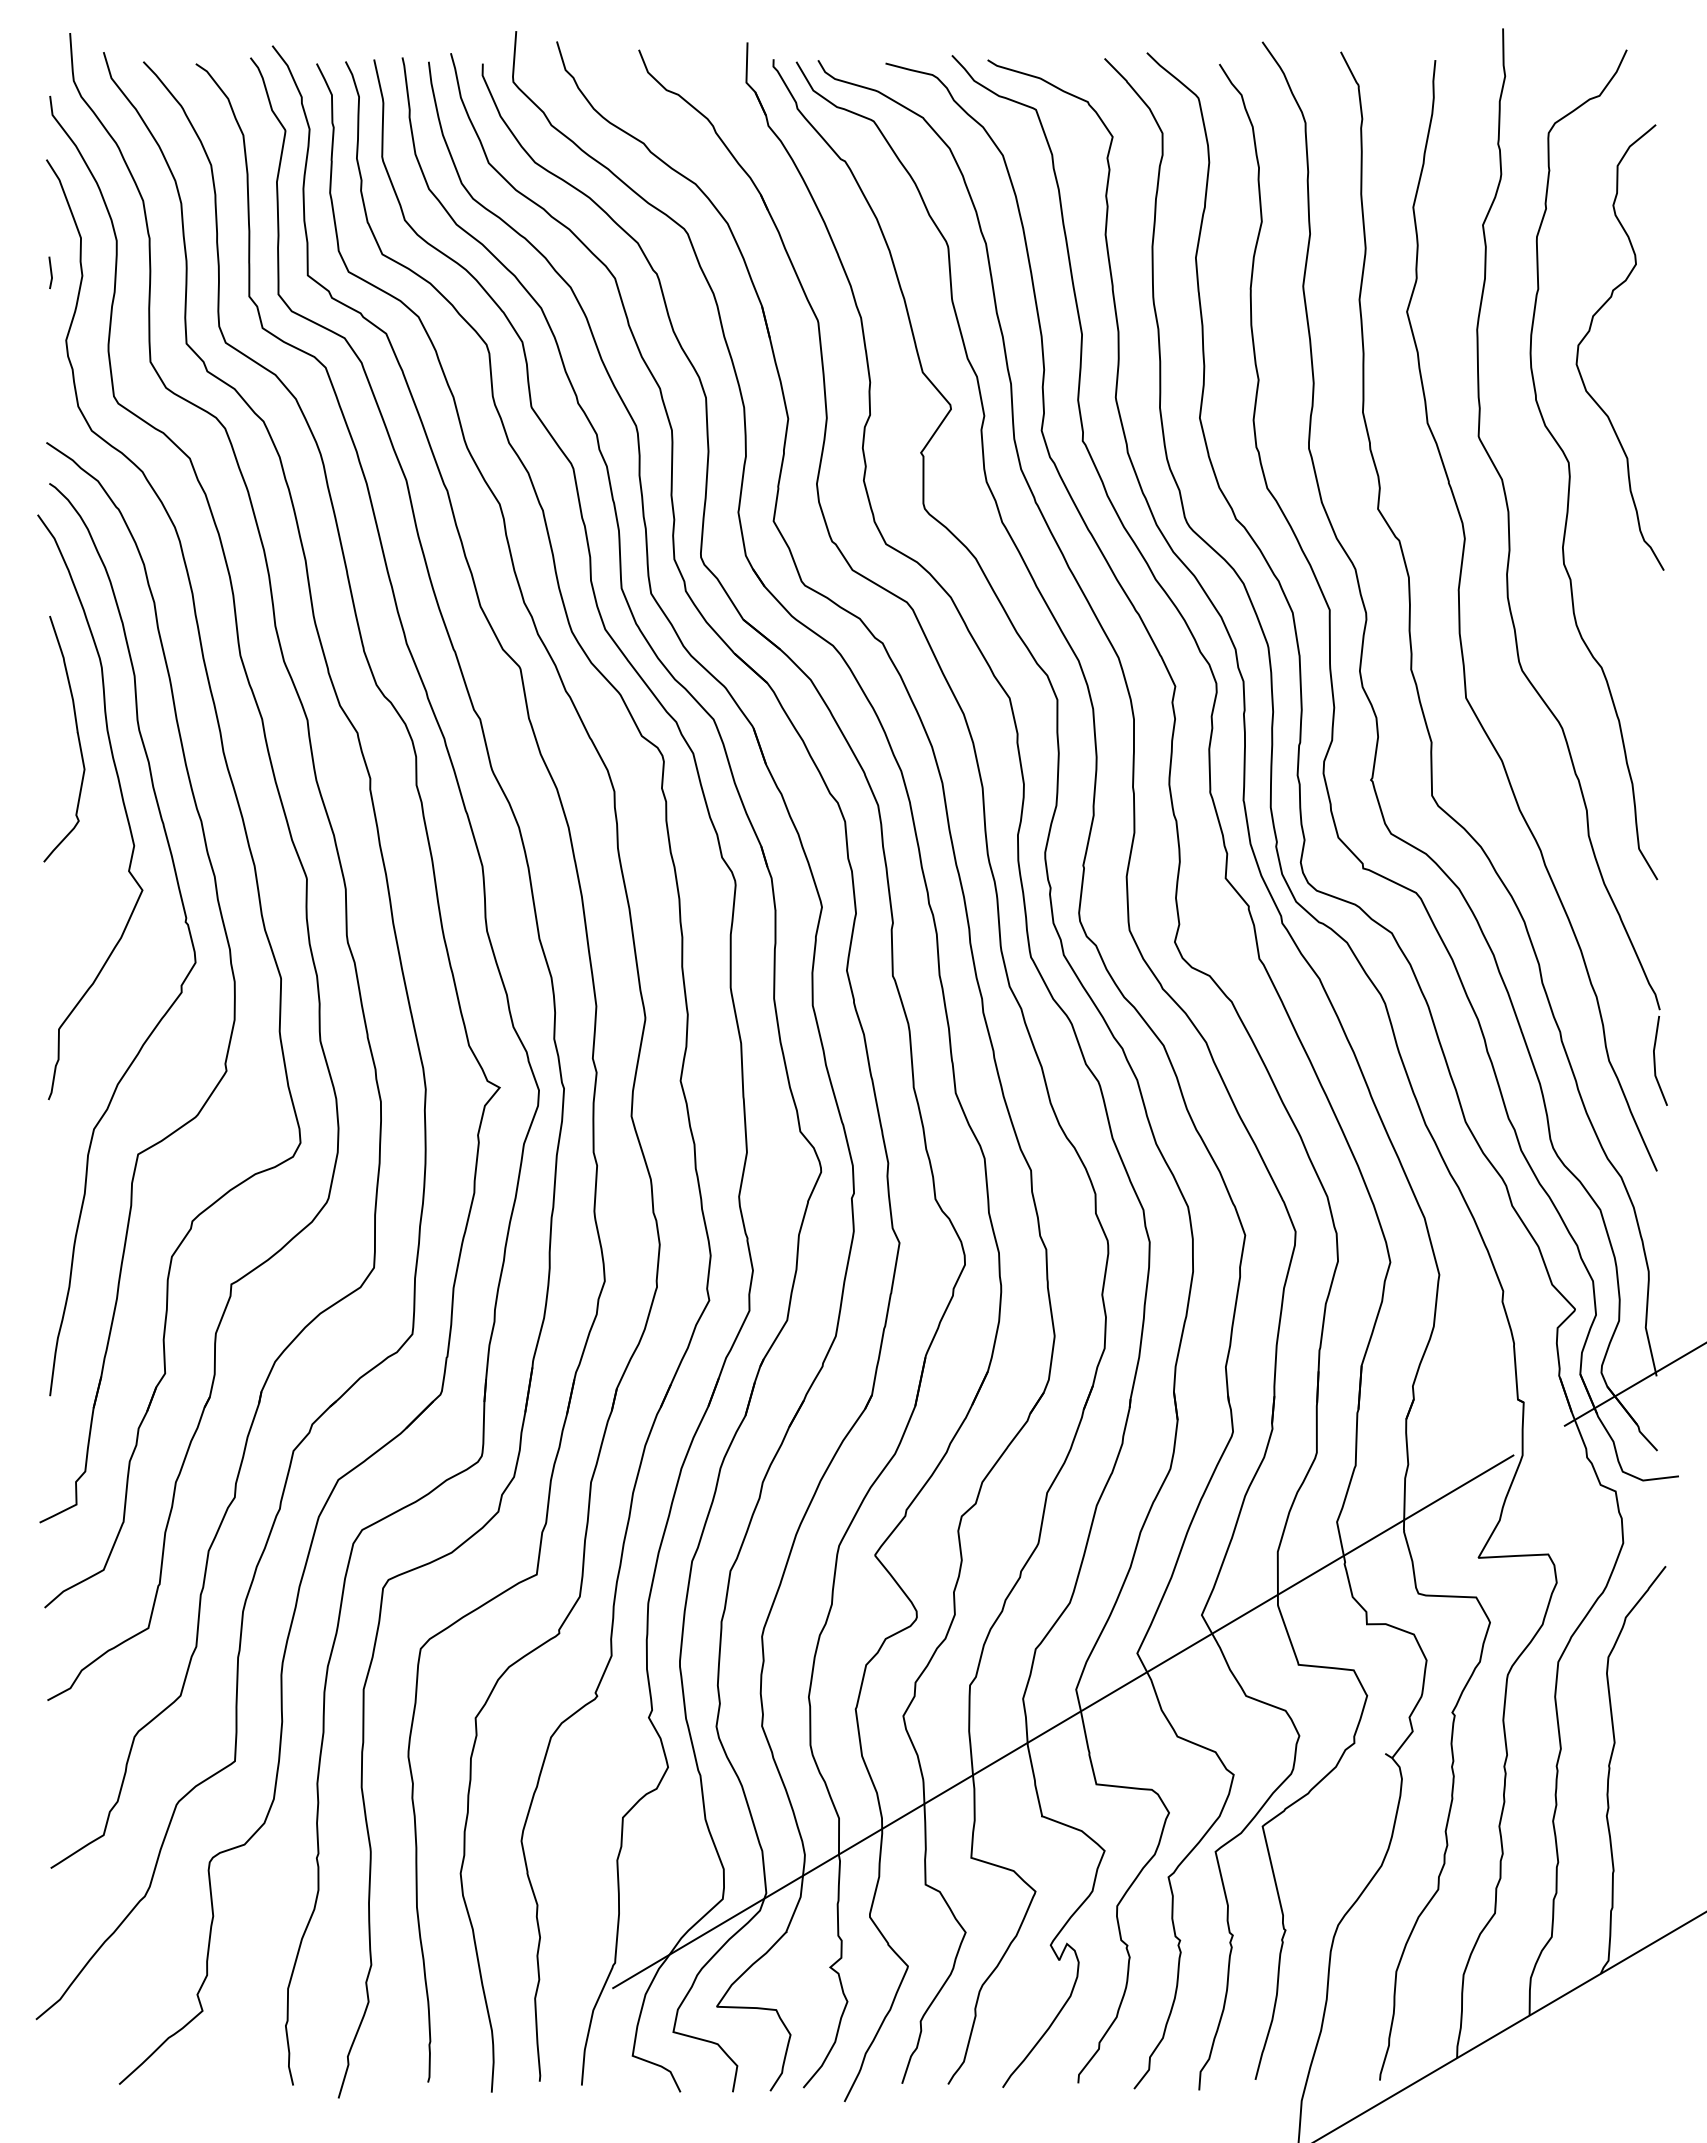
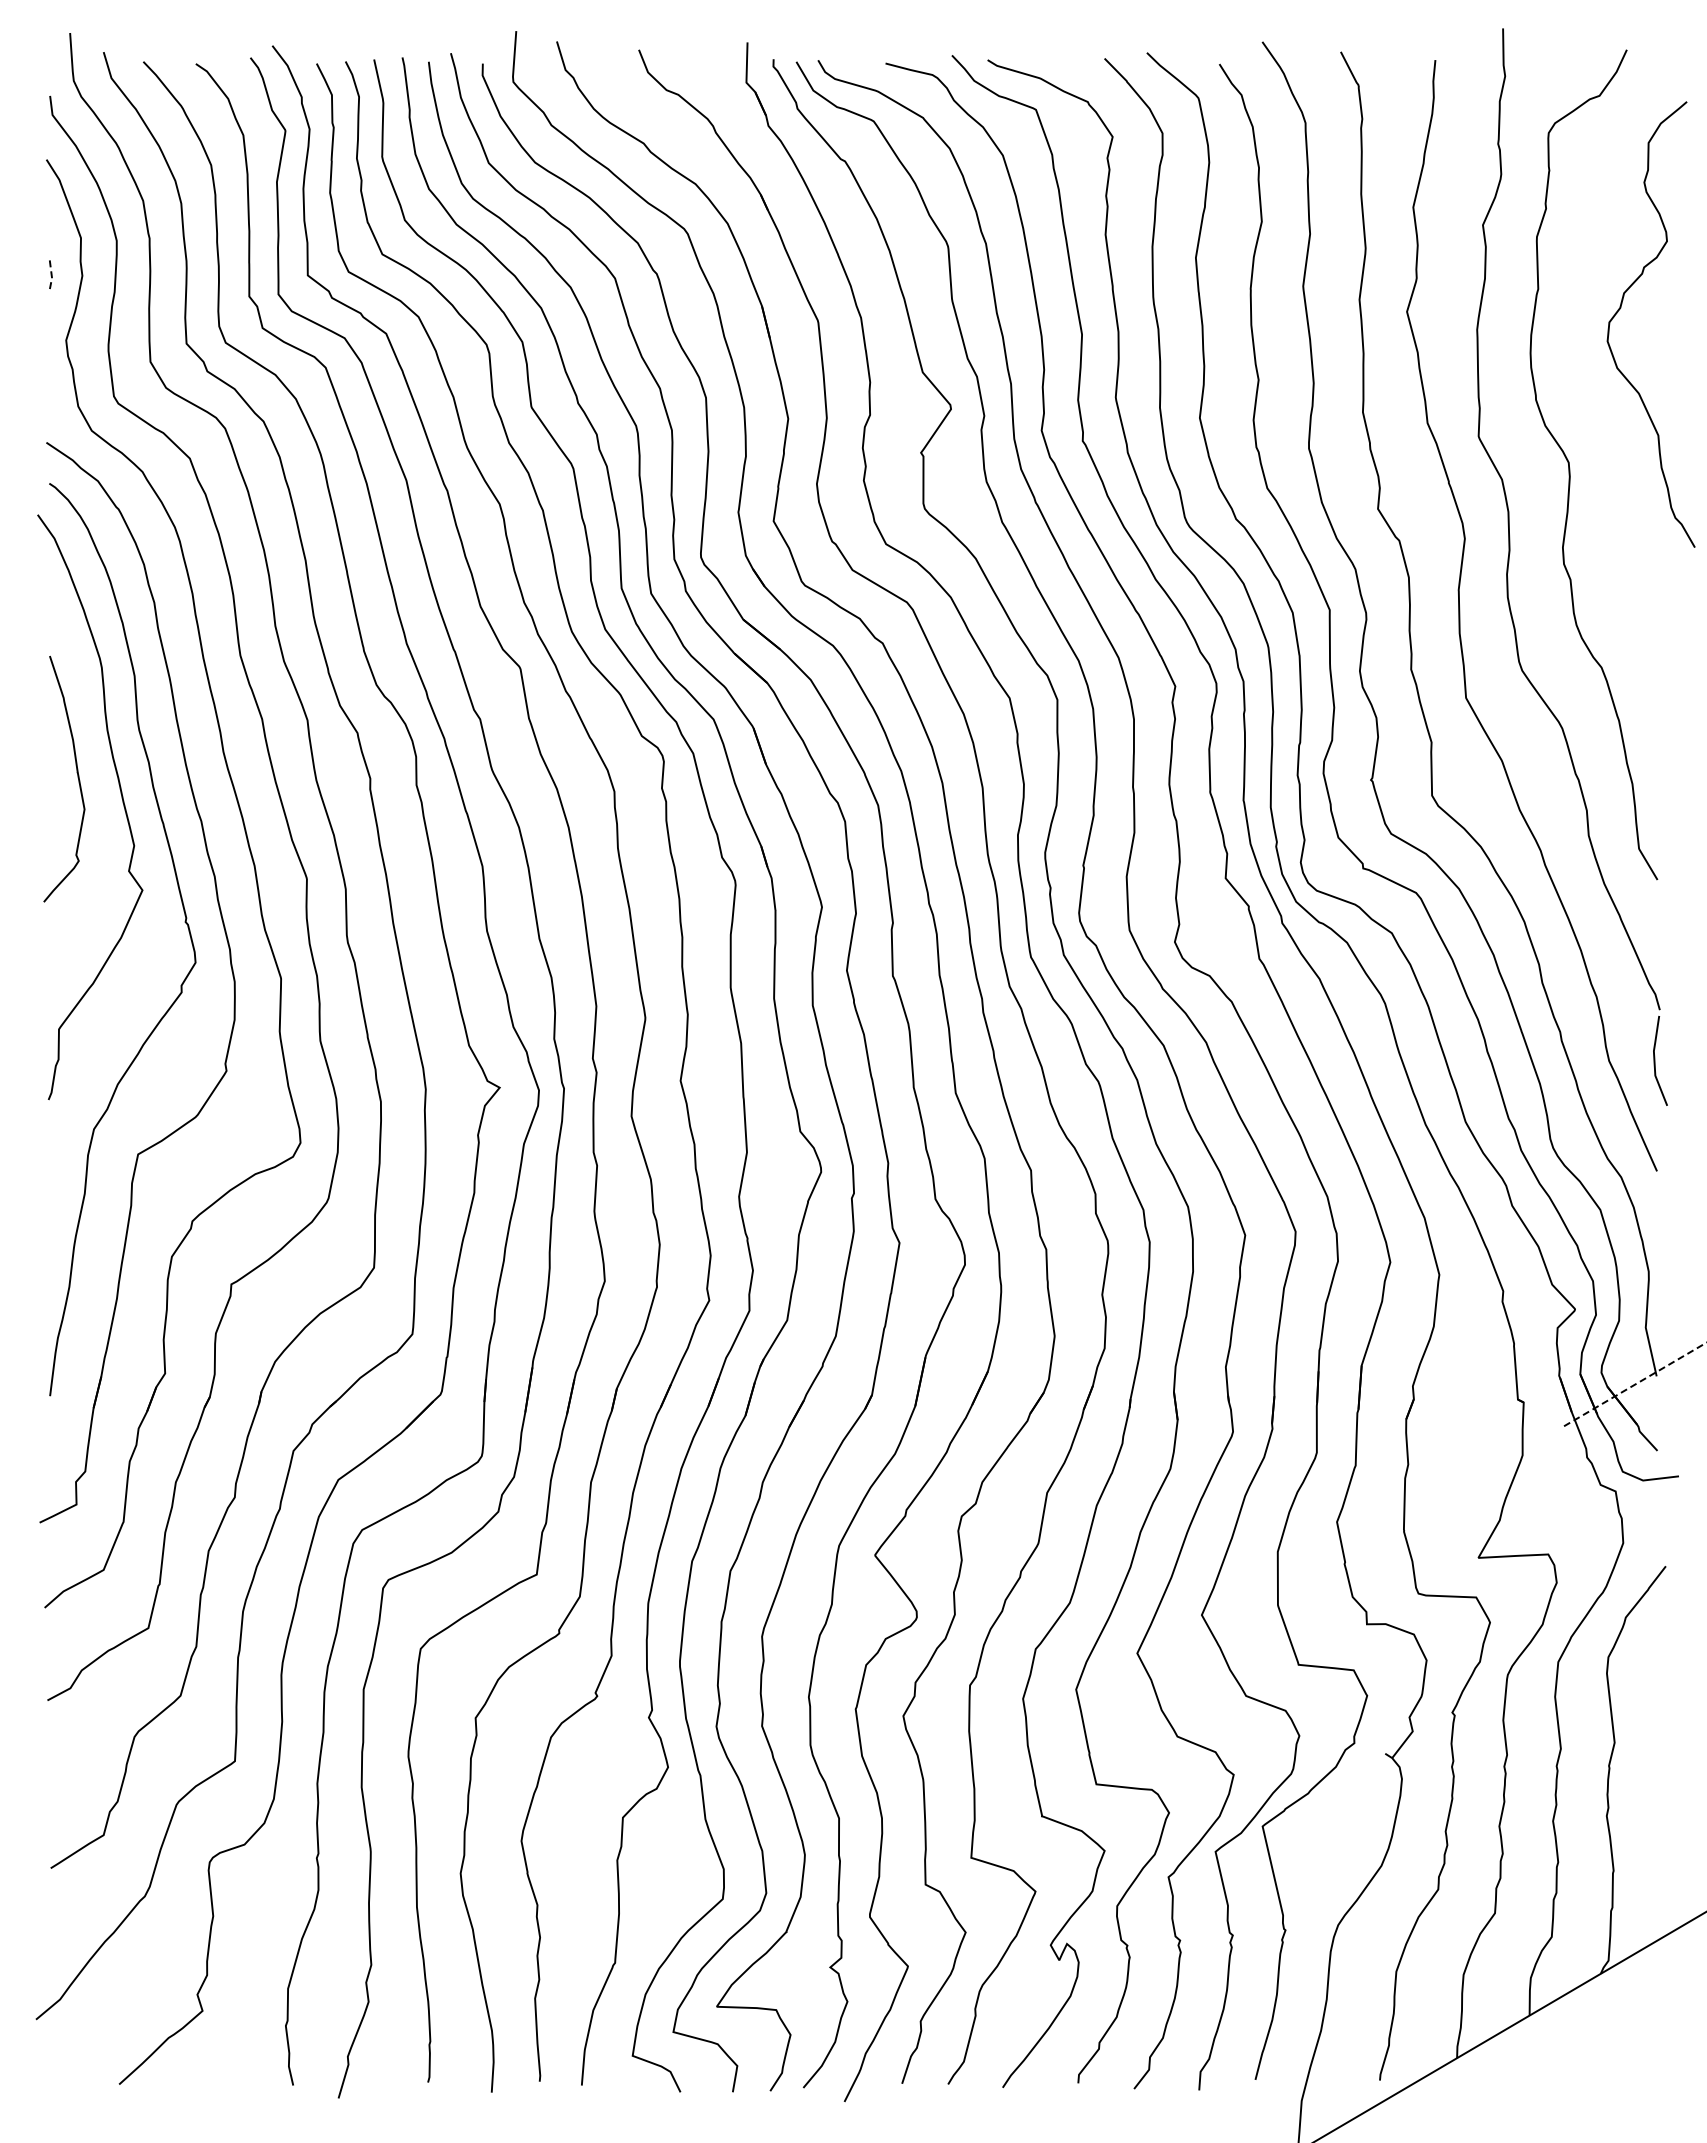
line at (51, 273): solid -> dashed
curve at (1589, 332) position: (1589, 332) -> (1620, 309)
curve at (77, 737) position: (77, 737) -> (77, 777)
line at (1635, 1384): solid -> dashed
line at (1063, 1721): present -> none
